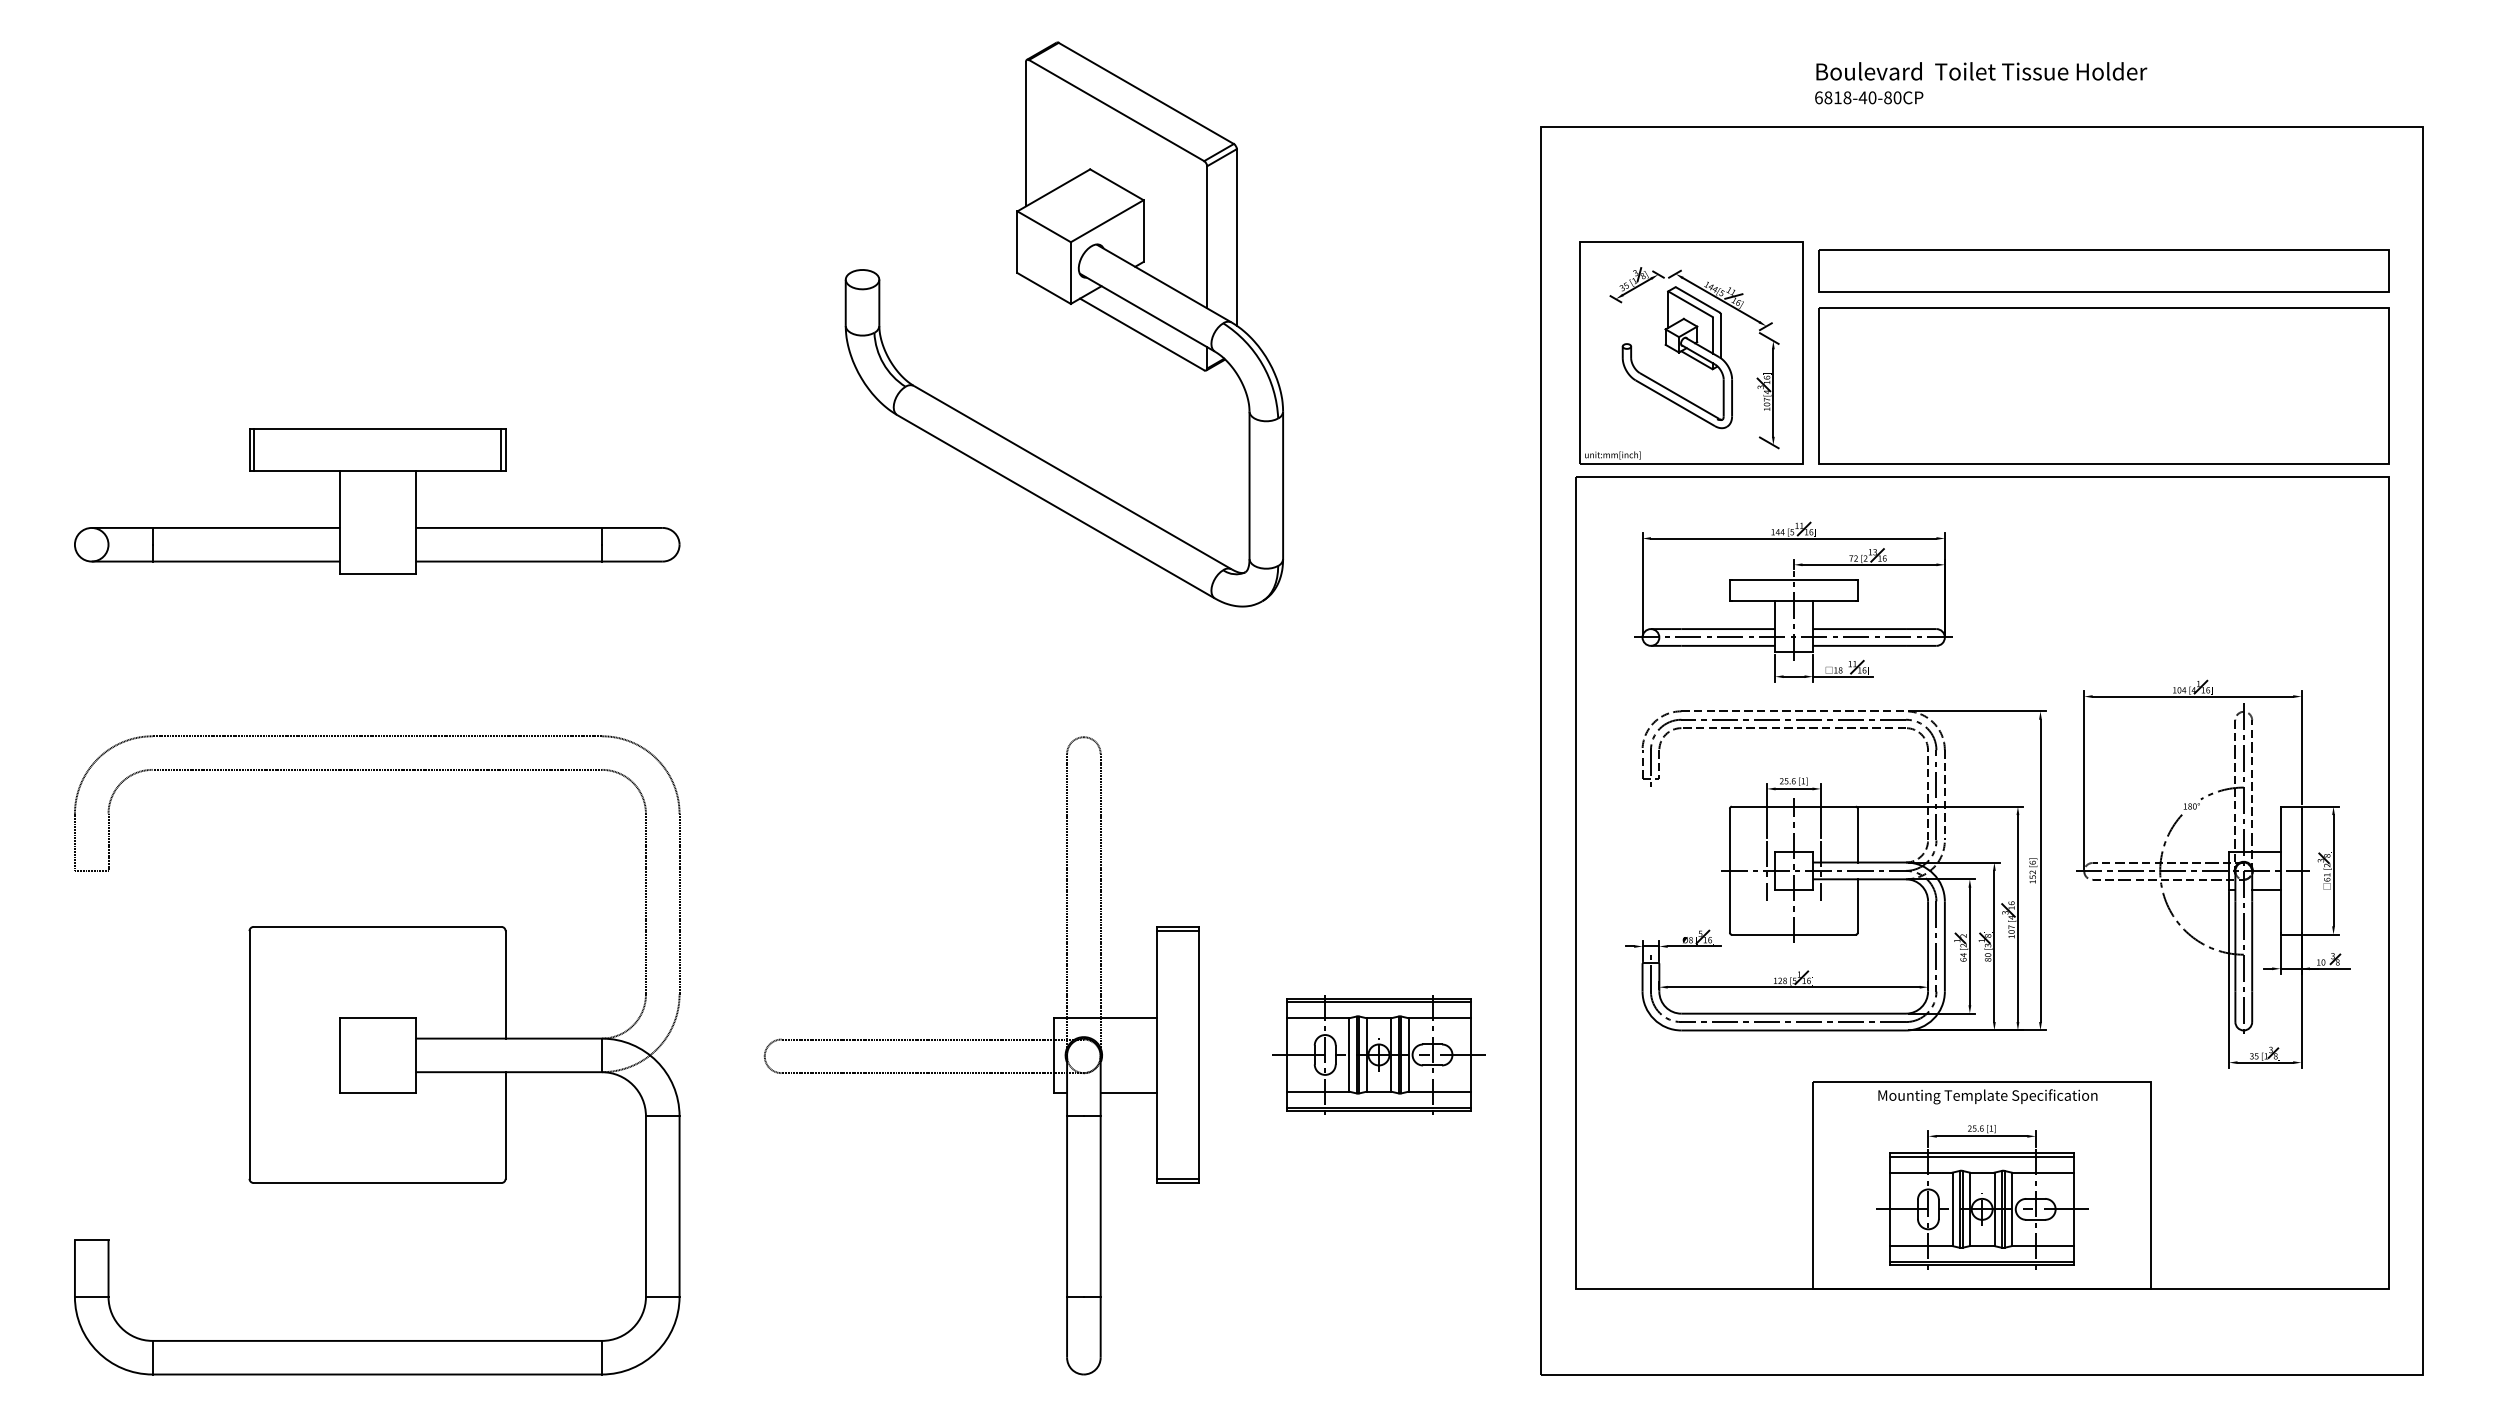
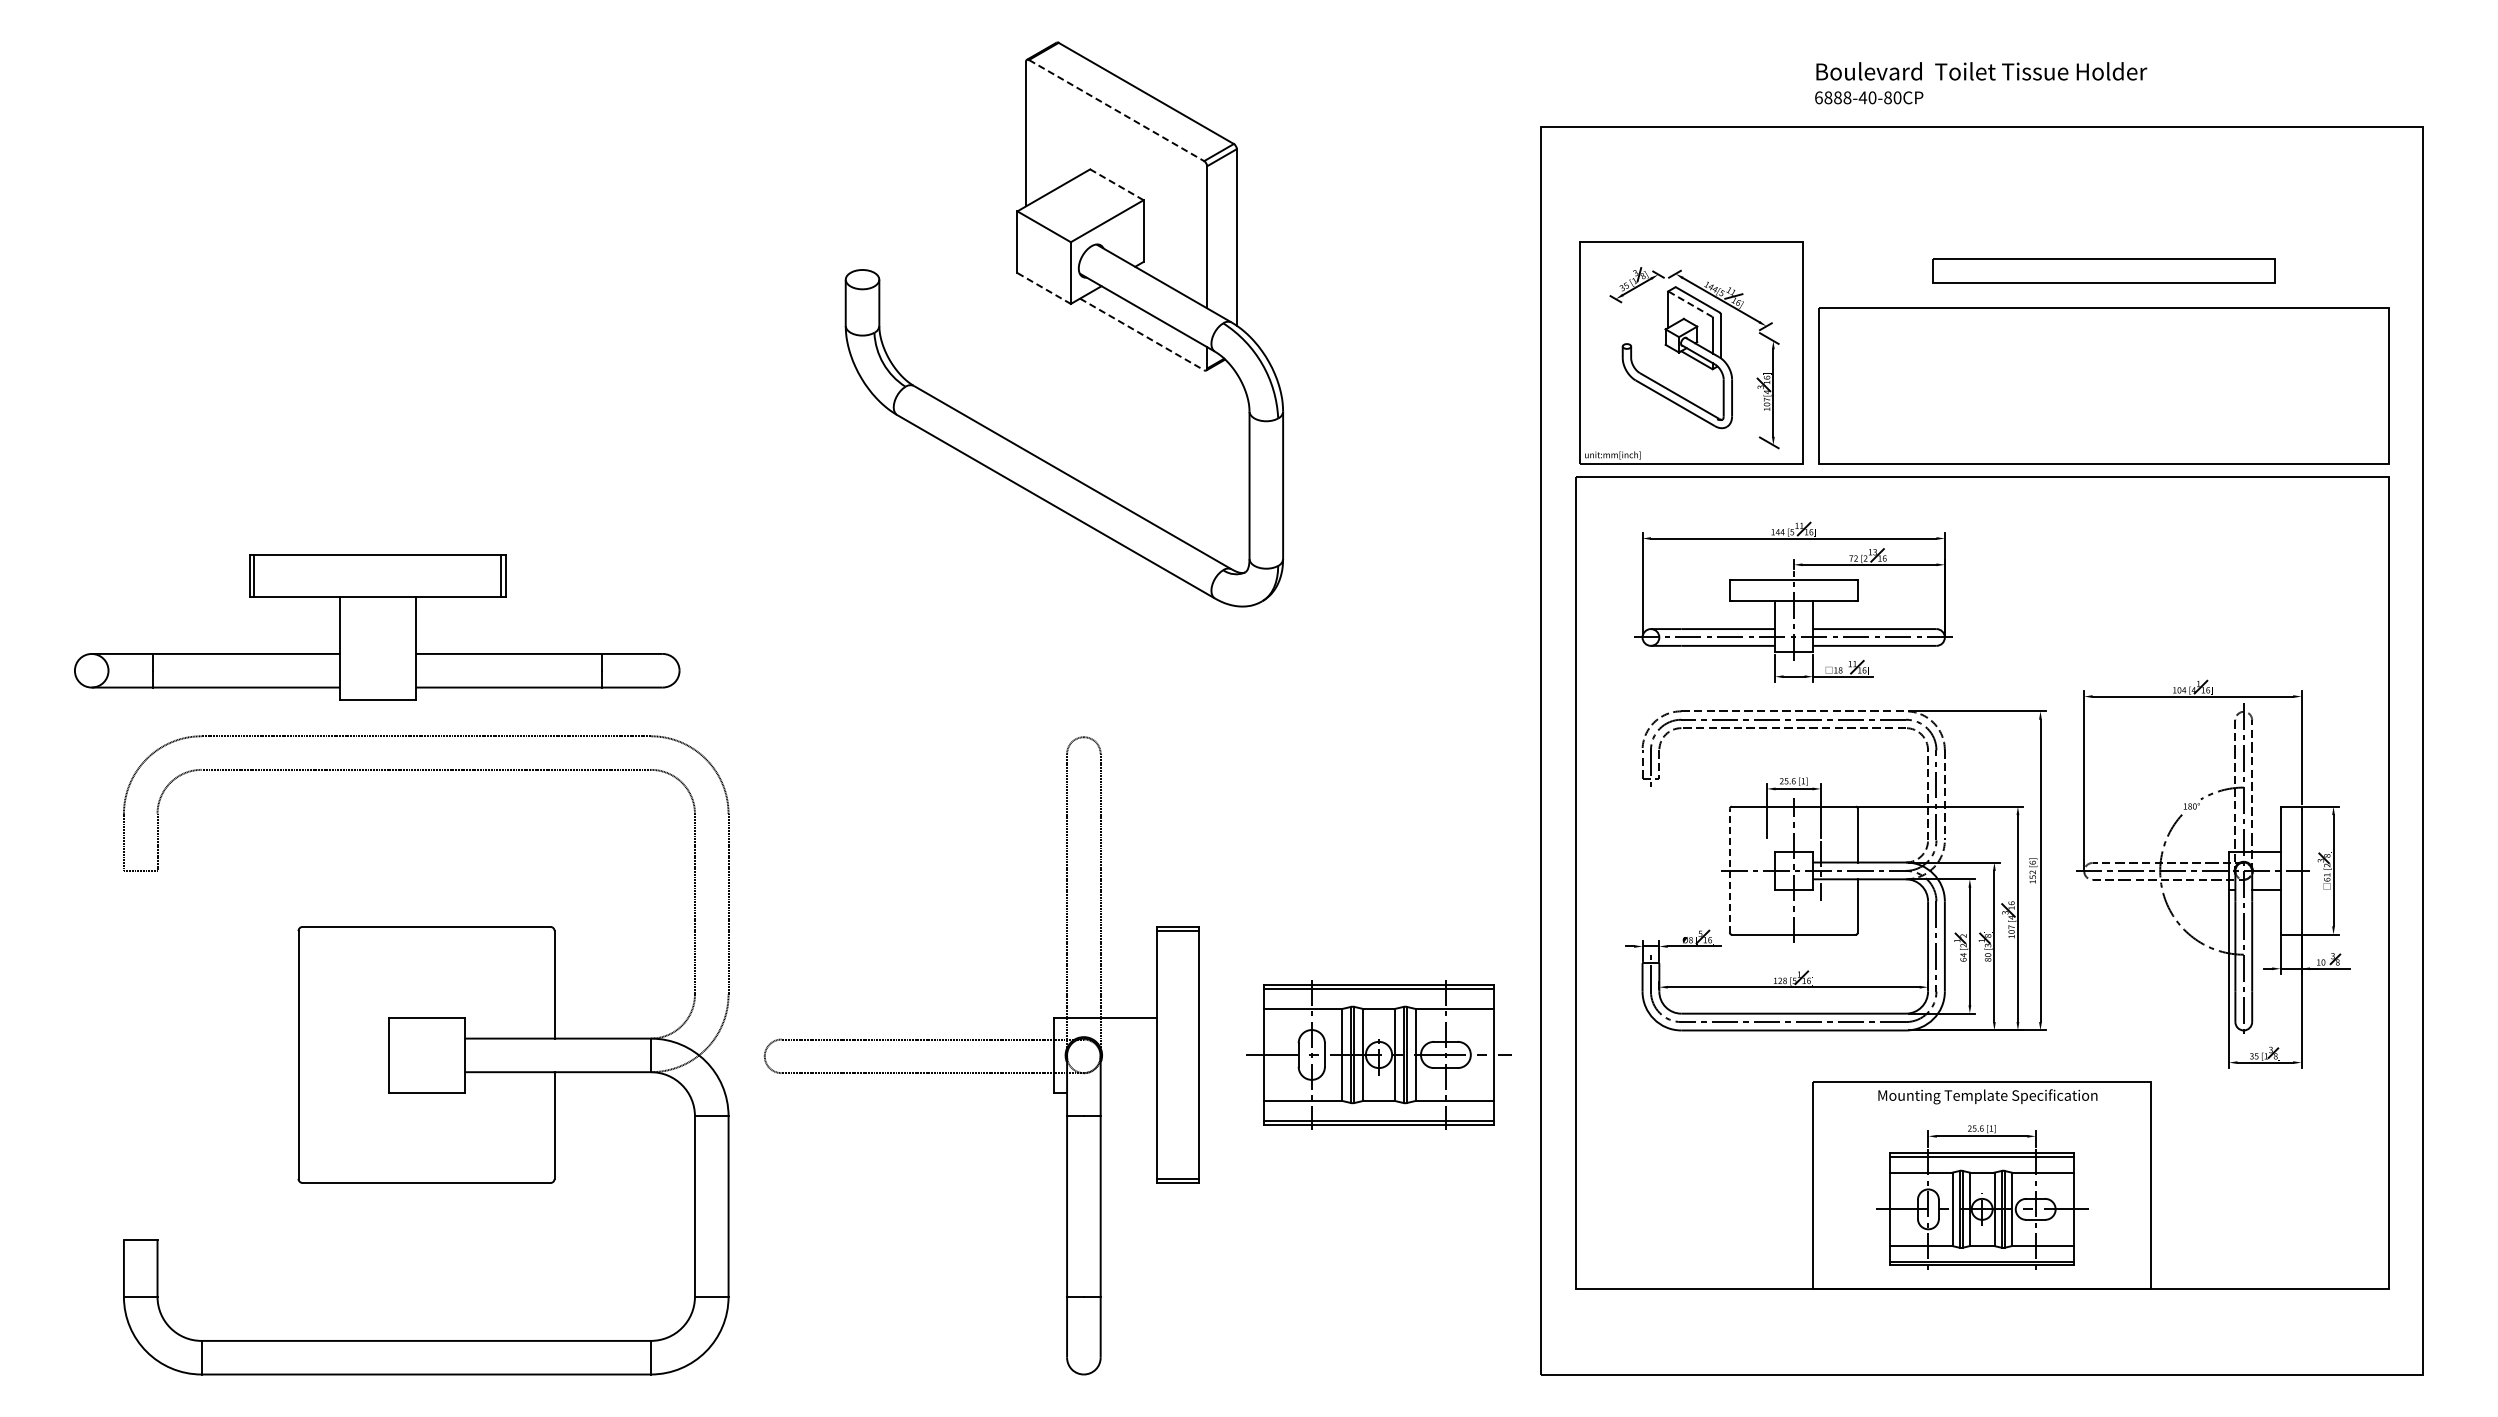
text at (1837, 97): 6818-40-80CP -> 6888-40-80CP
line at (1117, 110): solid -> dashed
line at (1116, 184): solid -> dashed
part at (2103, 270) size: 572x44 px -> 344x26 px
line at (1044, 288): solid -> dashed
line at (1690, 304): solid -> dashed
line at (1142, 334): solid -> dashed
part at (377, 501) position: (377, 501) -> (377, 627)
line at (1729, 870): solid -> dashed
line at (1767, 870): present -> none
part at (1378, 1054) size: 214x120 px -> 266x150 px
part at (377, 1055) position: (377, 1055) -> (426, 1055)
line at (1128, 1093): present -> none
